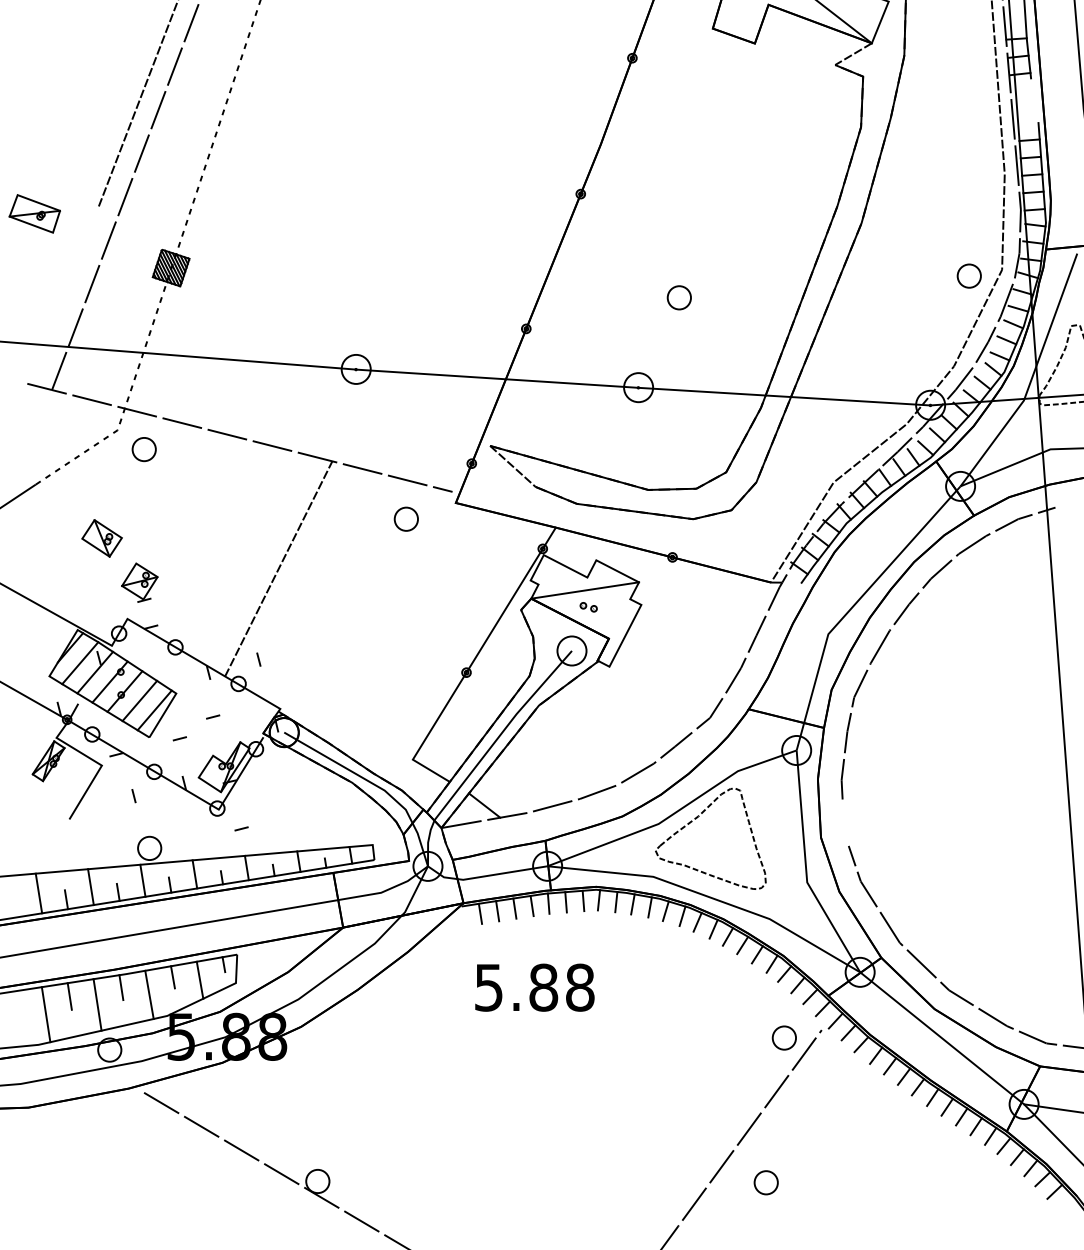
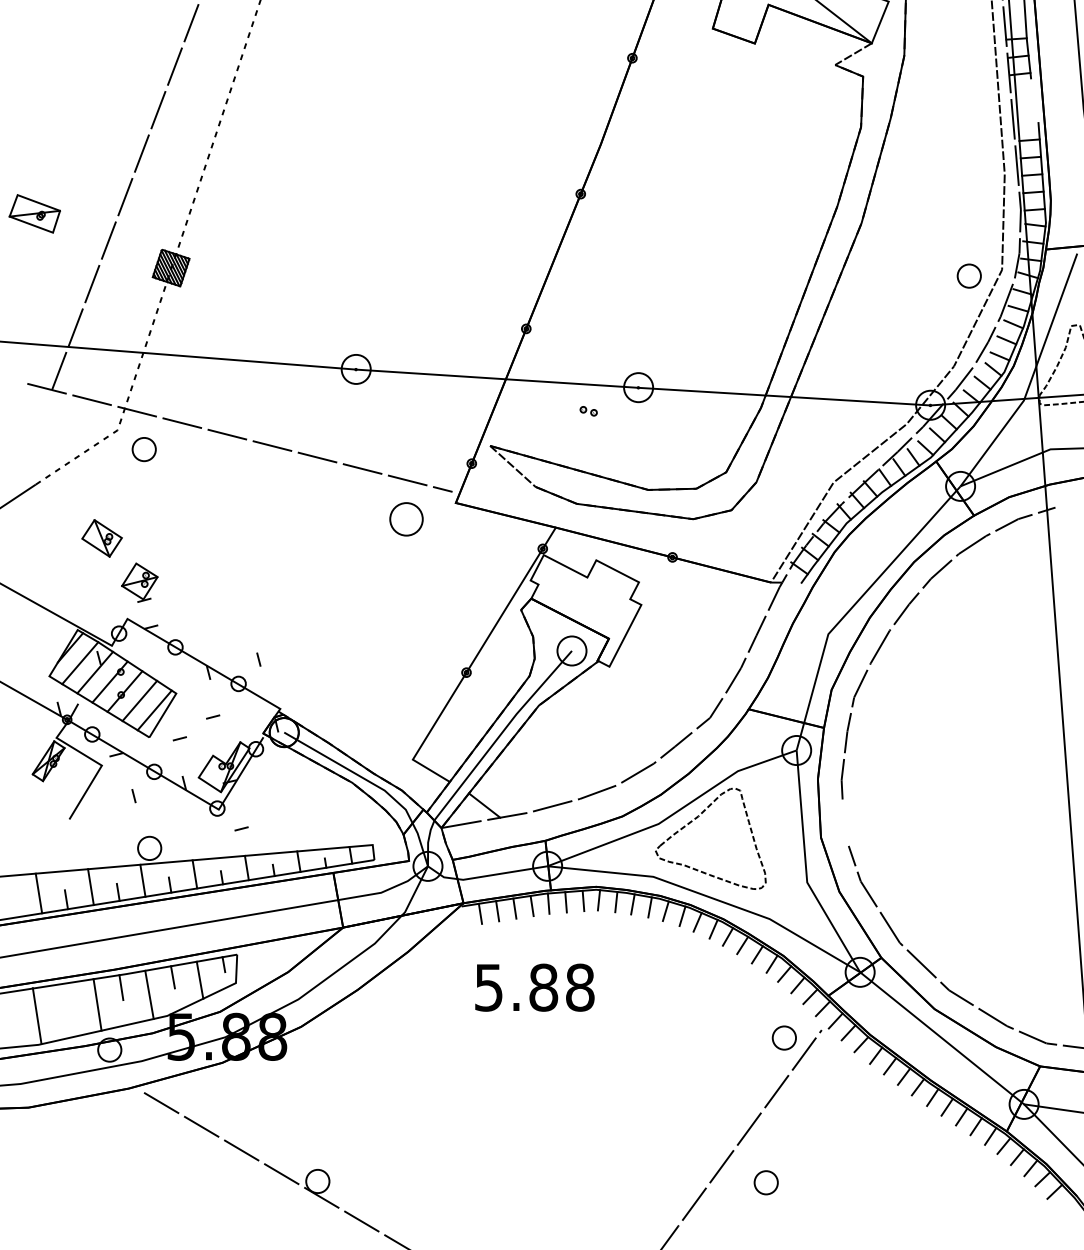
line at (137, 104): present -> none
part at (678, 297): present -> none
part at (405, 518) size: 26x26 px -> 35x35 px
line at (278, 568): present -> none
line at (585, 590): present -> none
part at (588, 607) position: (588, 607) -> (588, 411)
line at (69, 996): present -> none
line at (45, 1014) position: (45, 1014) -> (36, 1015)
